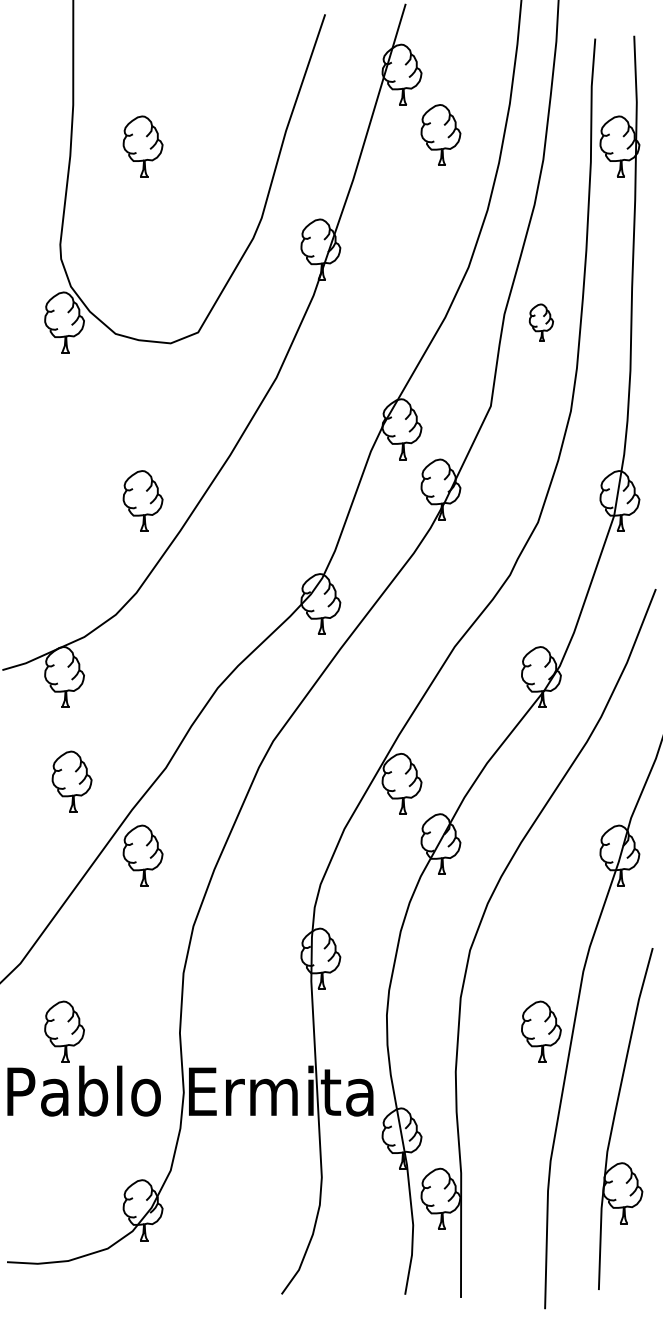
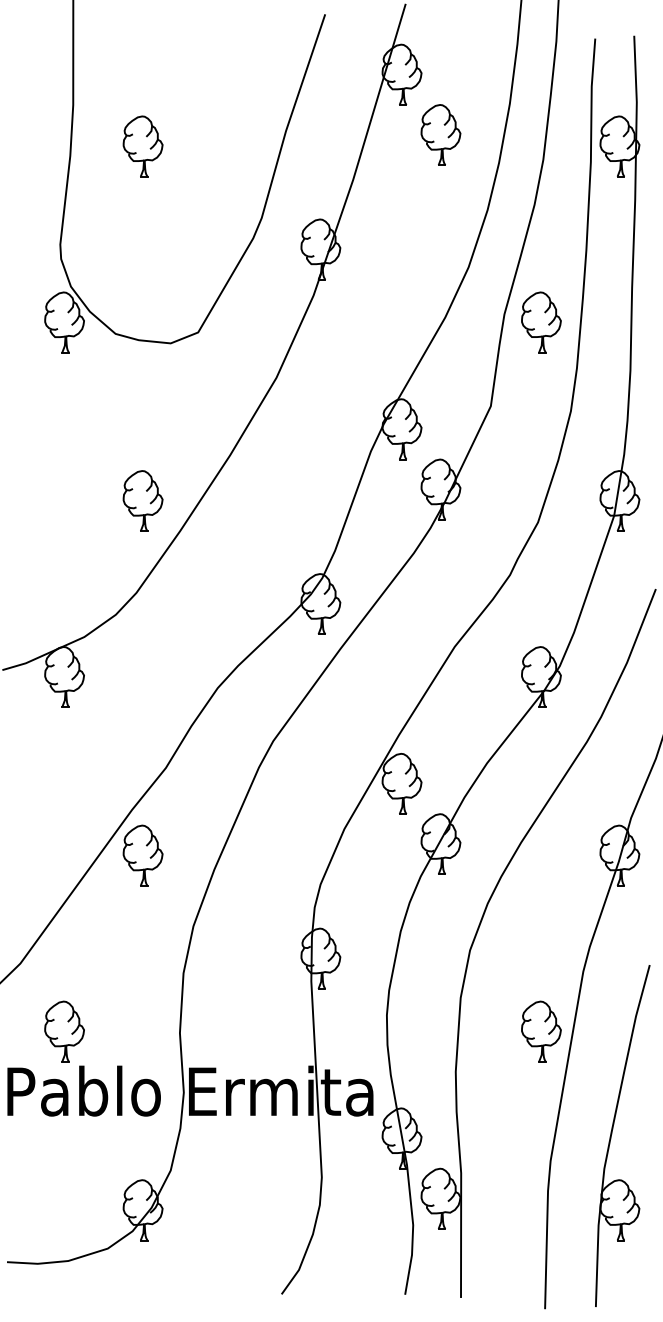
part at (540, 322) size: 26x39 px -> 41x63 px
part at (71, 781): present -> none
part at (615, 1117) position: (615, 1117) -> (612, 1134)
